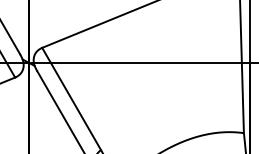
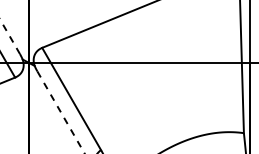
line at (10, 36): solid -> dashed
line at (61, 112): solid -> dashed
